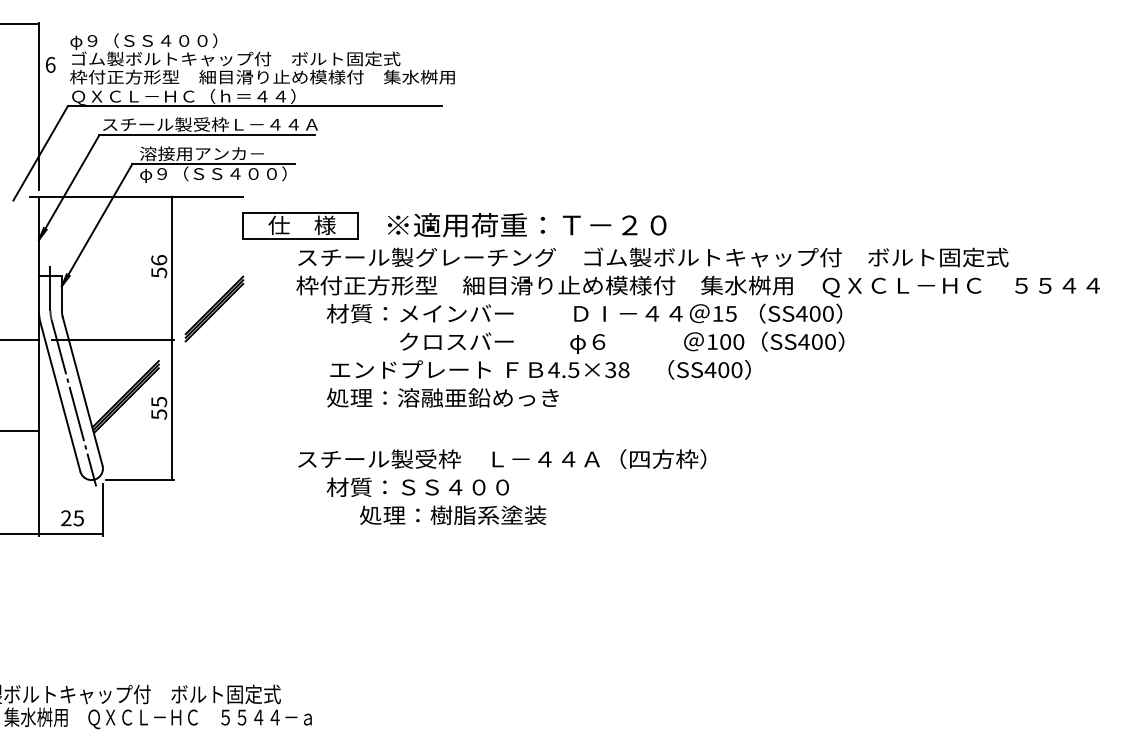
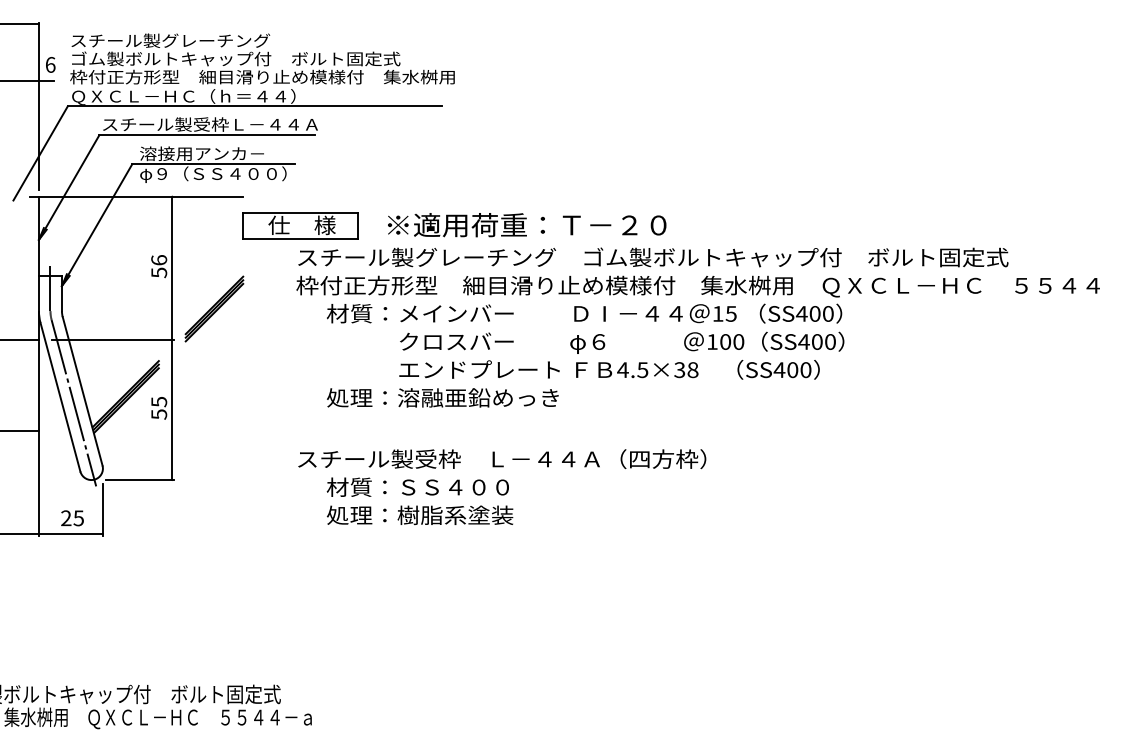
text at (170, 41): φ９（ＳＳ４００） -> スチール製グレーチング
line at (27, 80): none -> present
text at (540, 369) position: (540, 369) -> (609, 369)
text at (453, 514) position: (453, 514) -> (420, 514)
